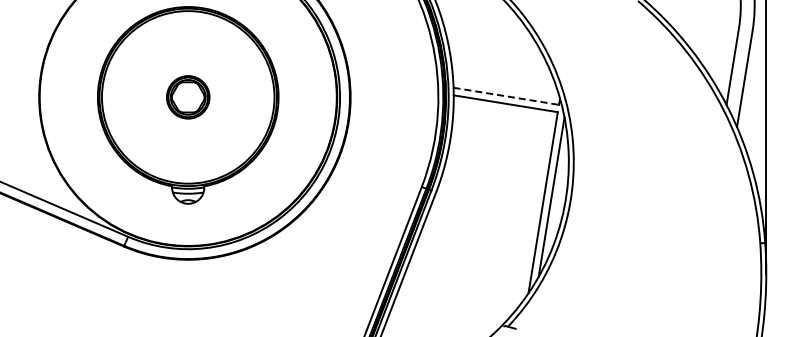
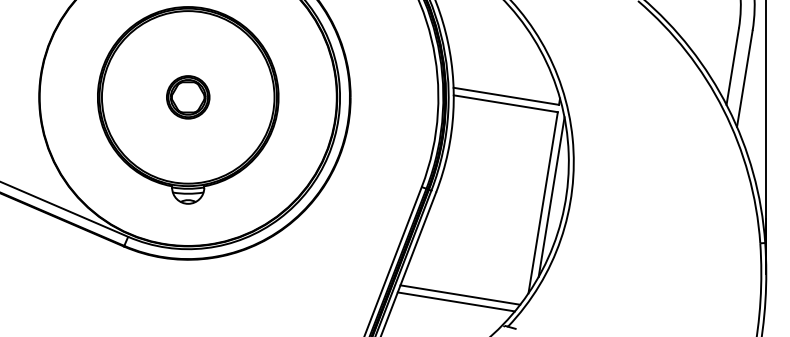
line at (506, 96): dashed -> solid
line at (460, 294): none -> present
line at (455, 301): none -> present
